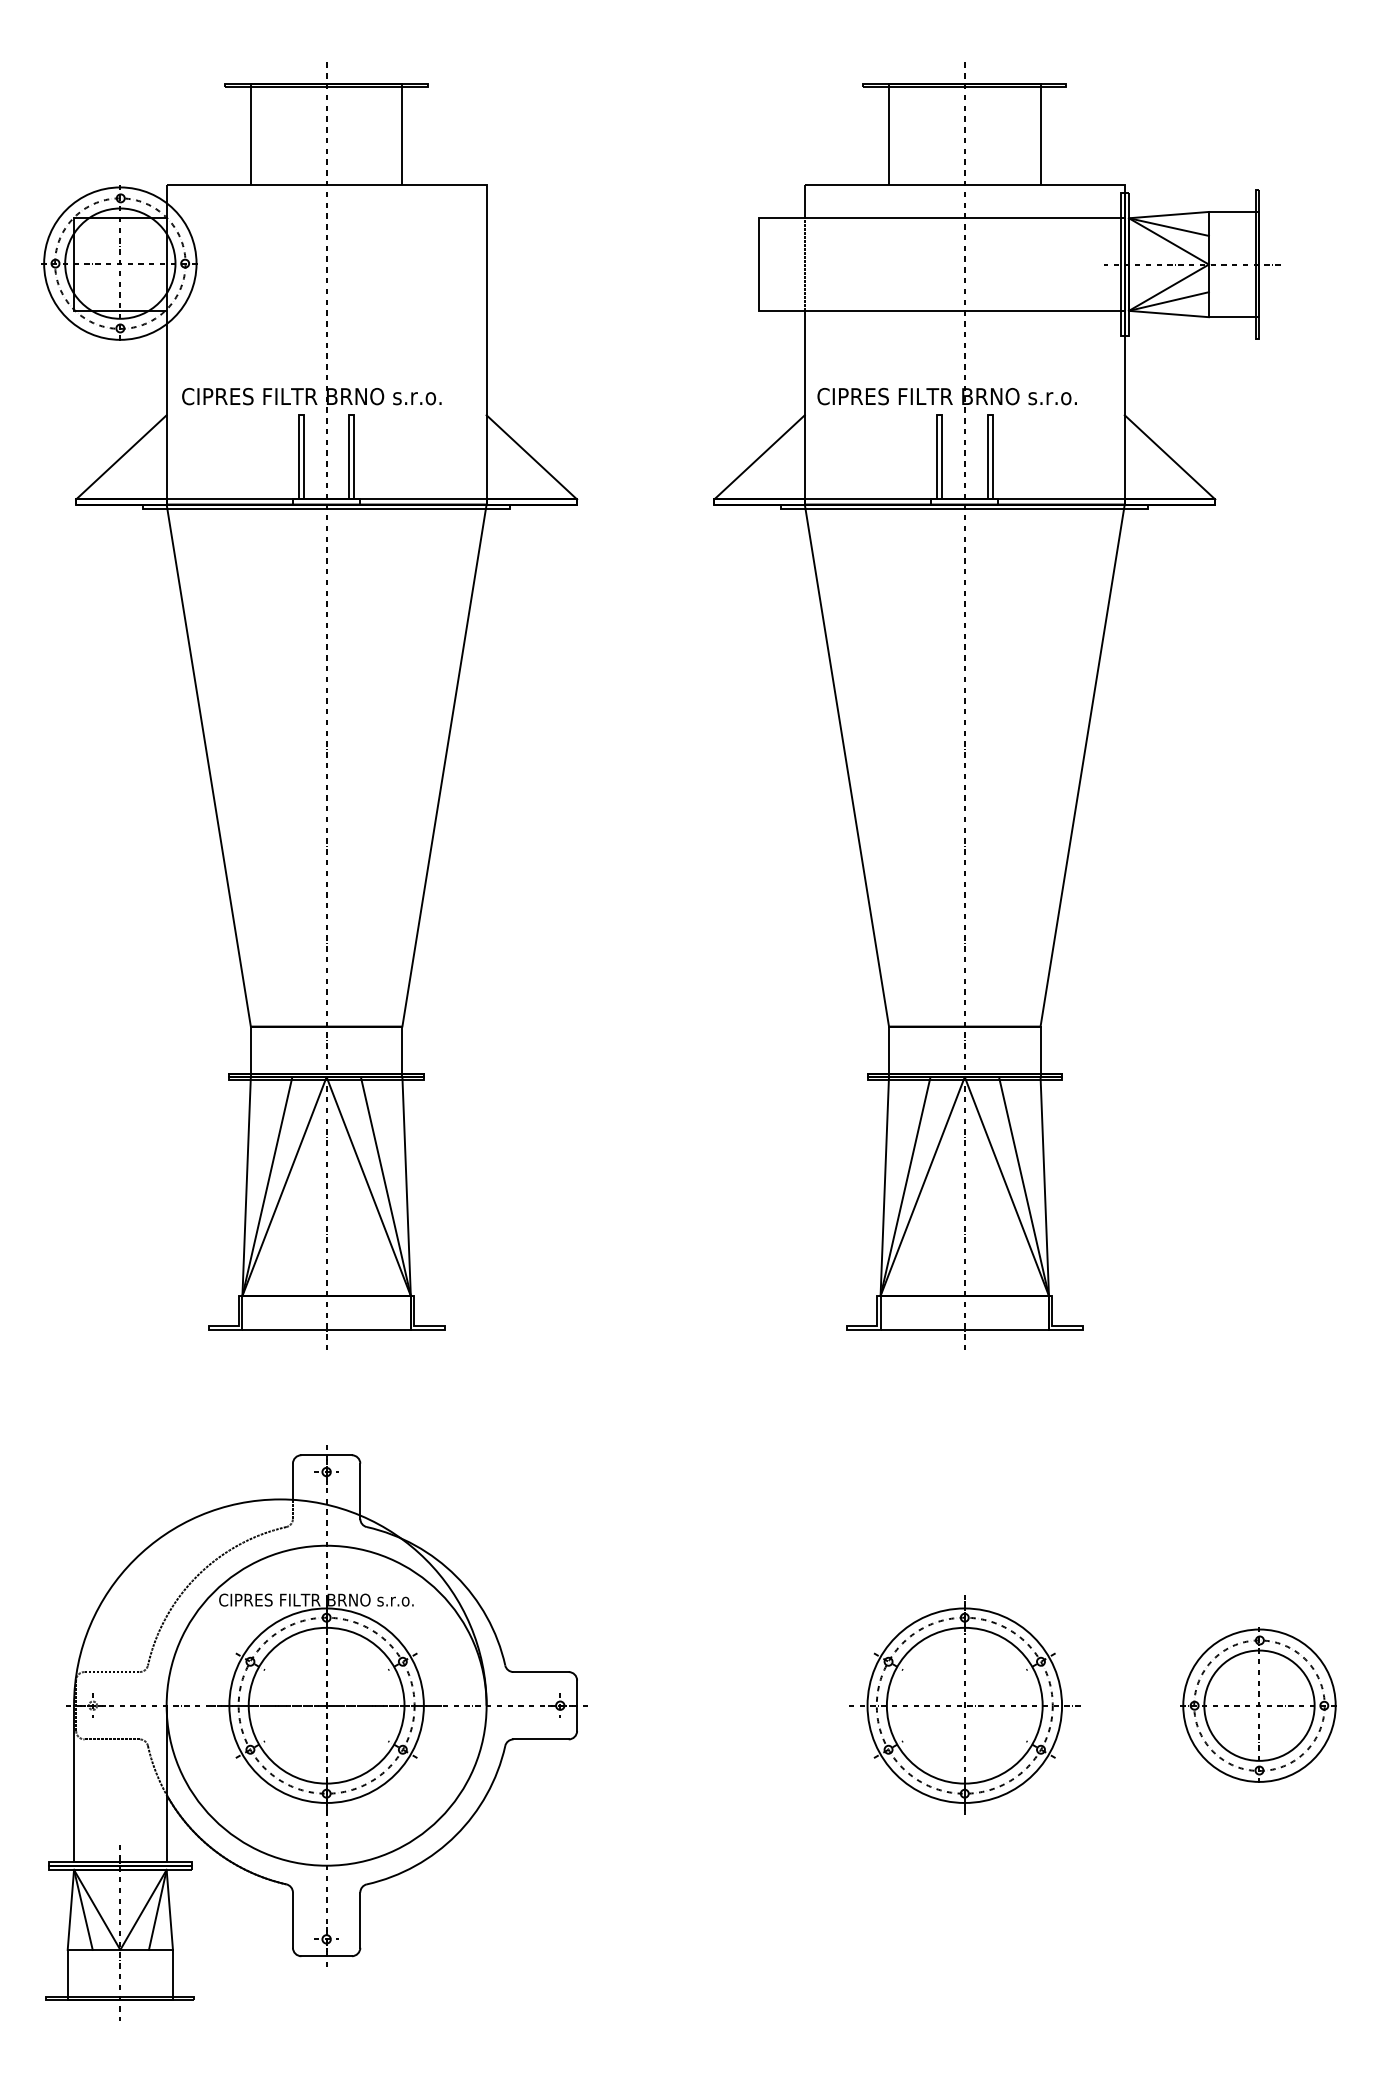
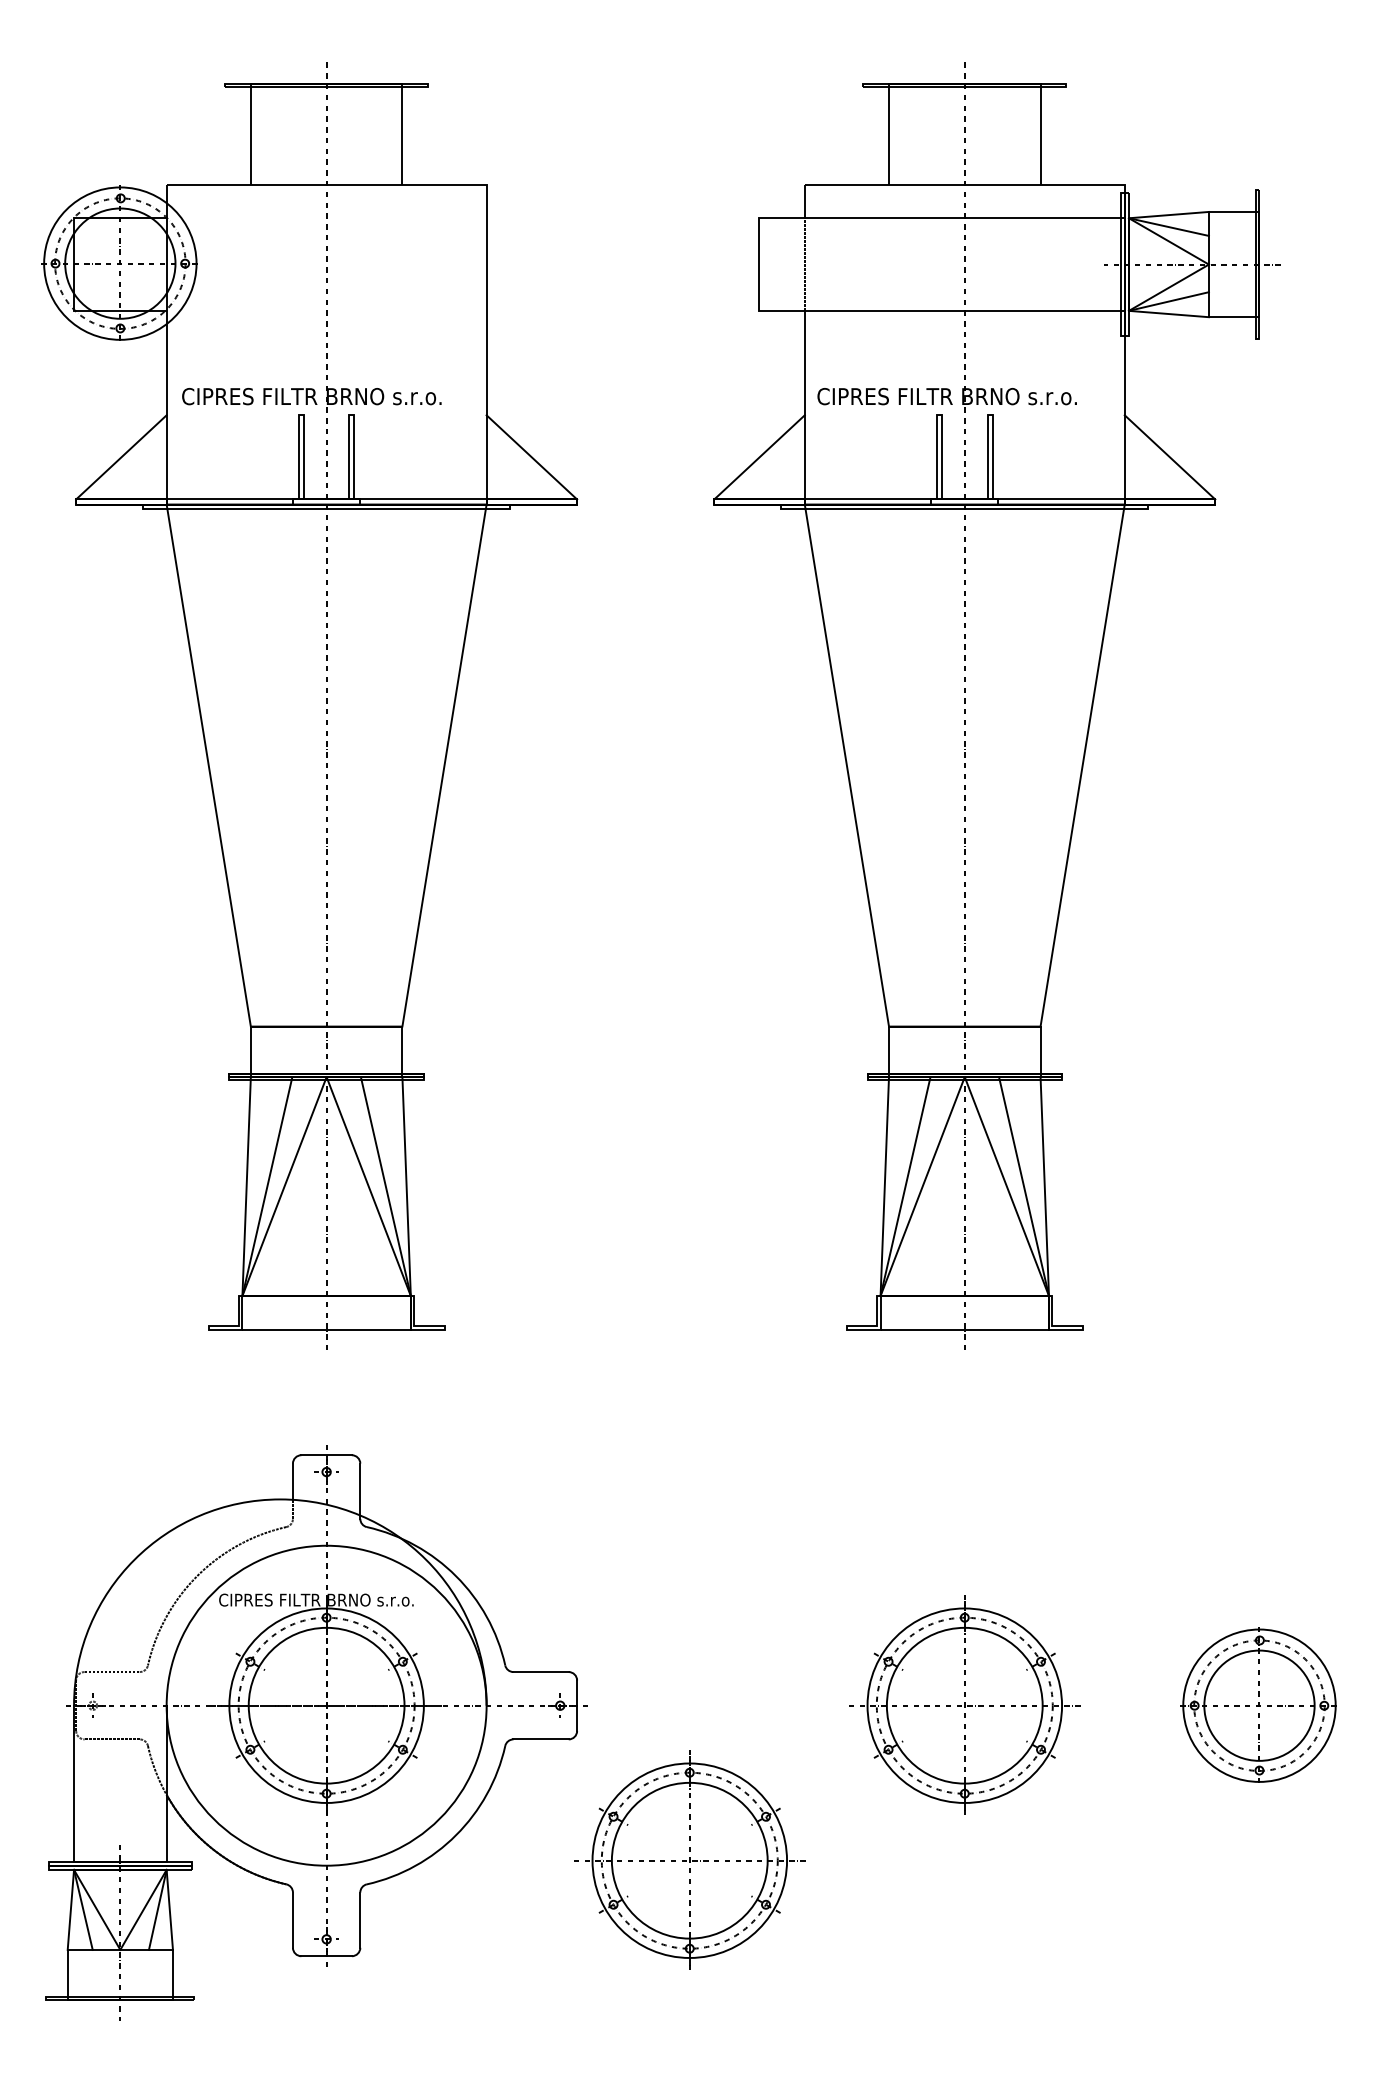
part at (689, 1859): none -> present
